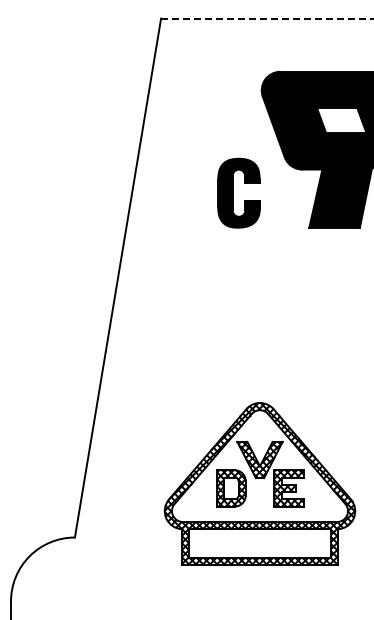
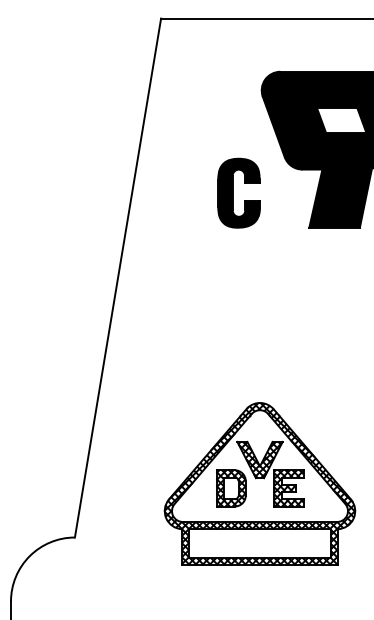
line at (267, 18): dashed -> solid
